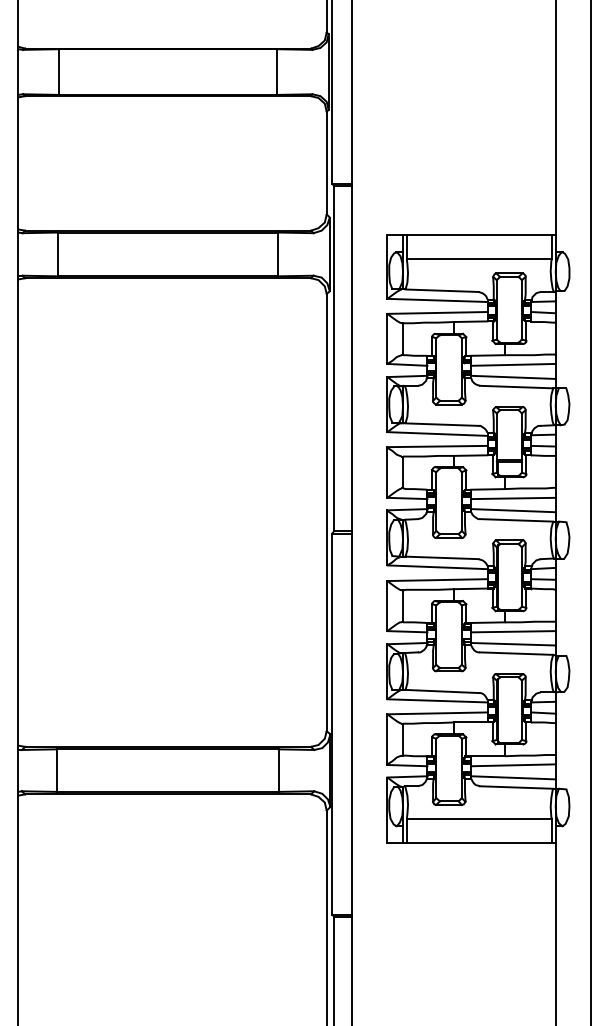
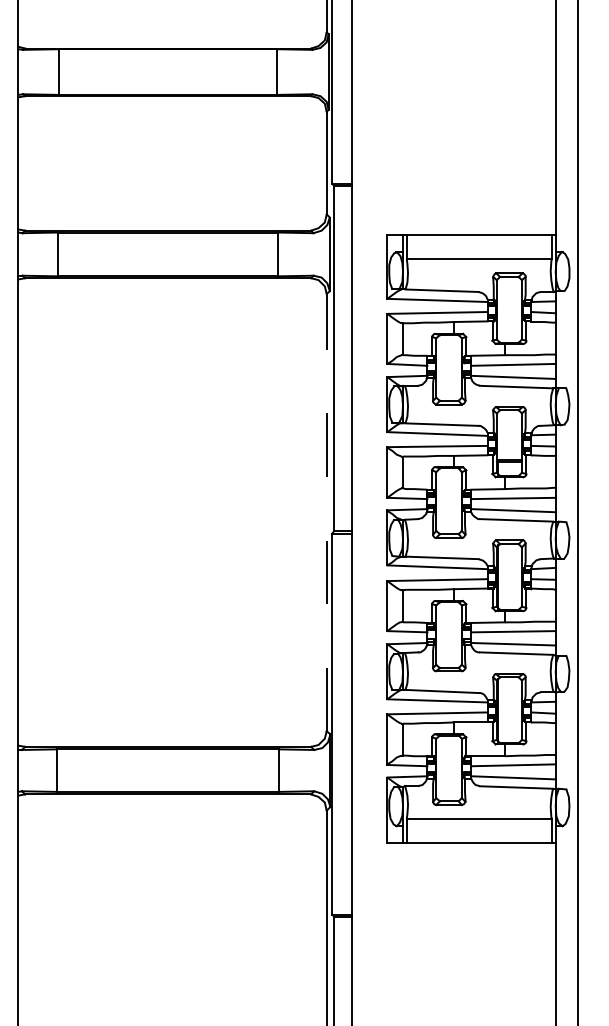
line at (326, 512): solid -> dashed
line at (590, 512) position: (590, 512) -> (577, 512)
